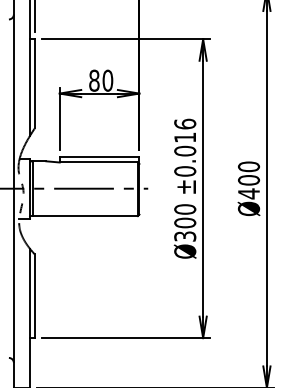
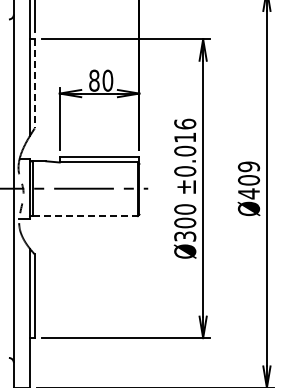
line at (34, 83): solid -> dashed
text at (249, 166): Ø400 -> Ø409
line at (85, 216): solid -> dashed
